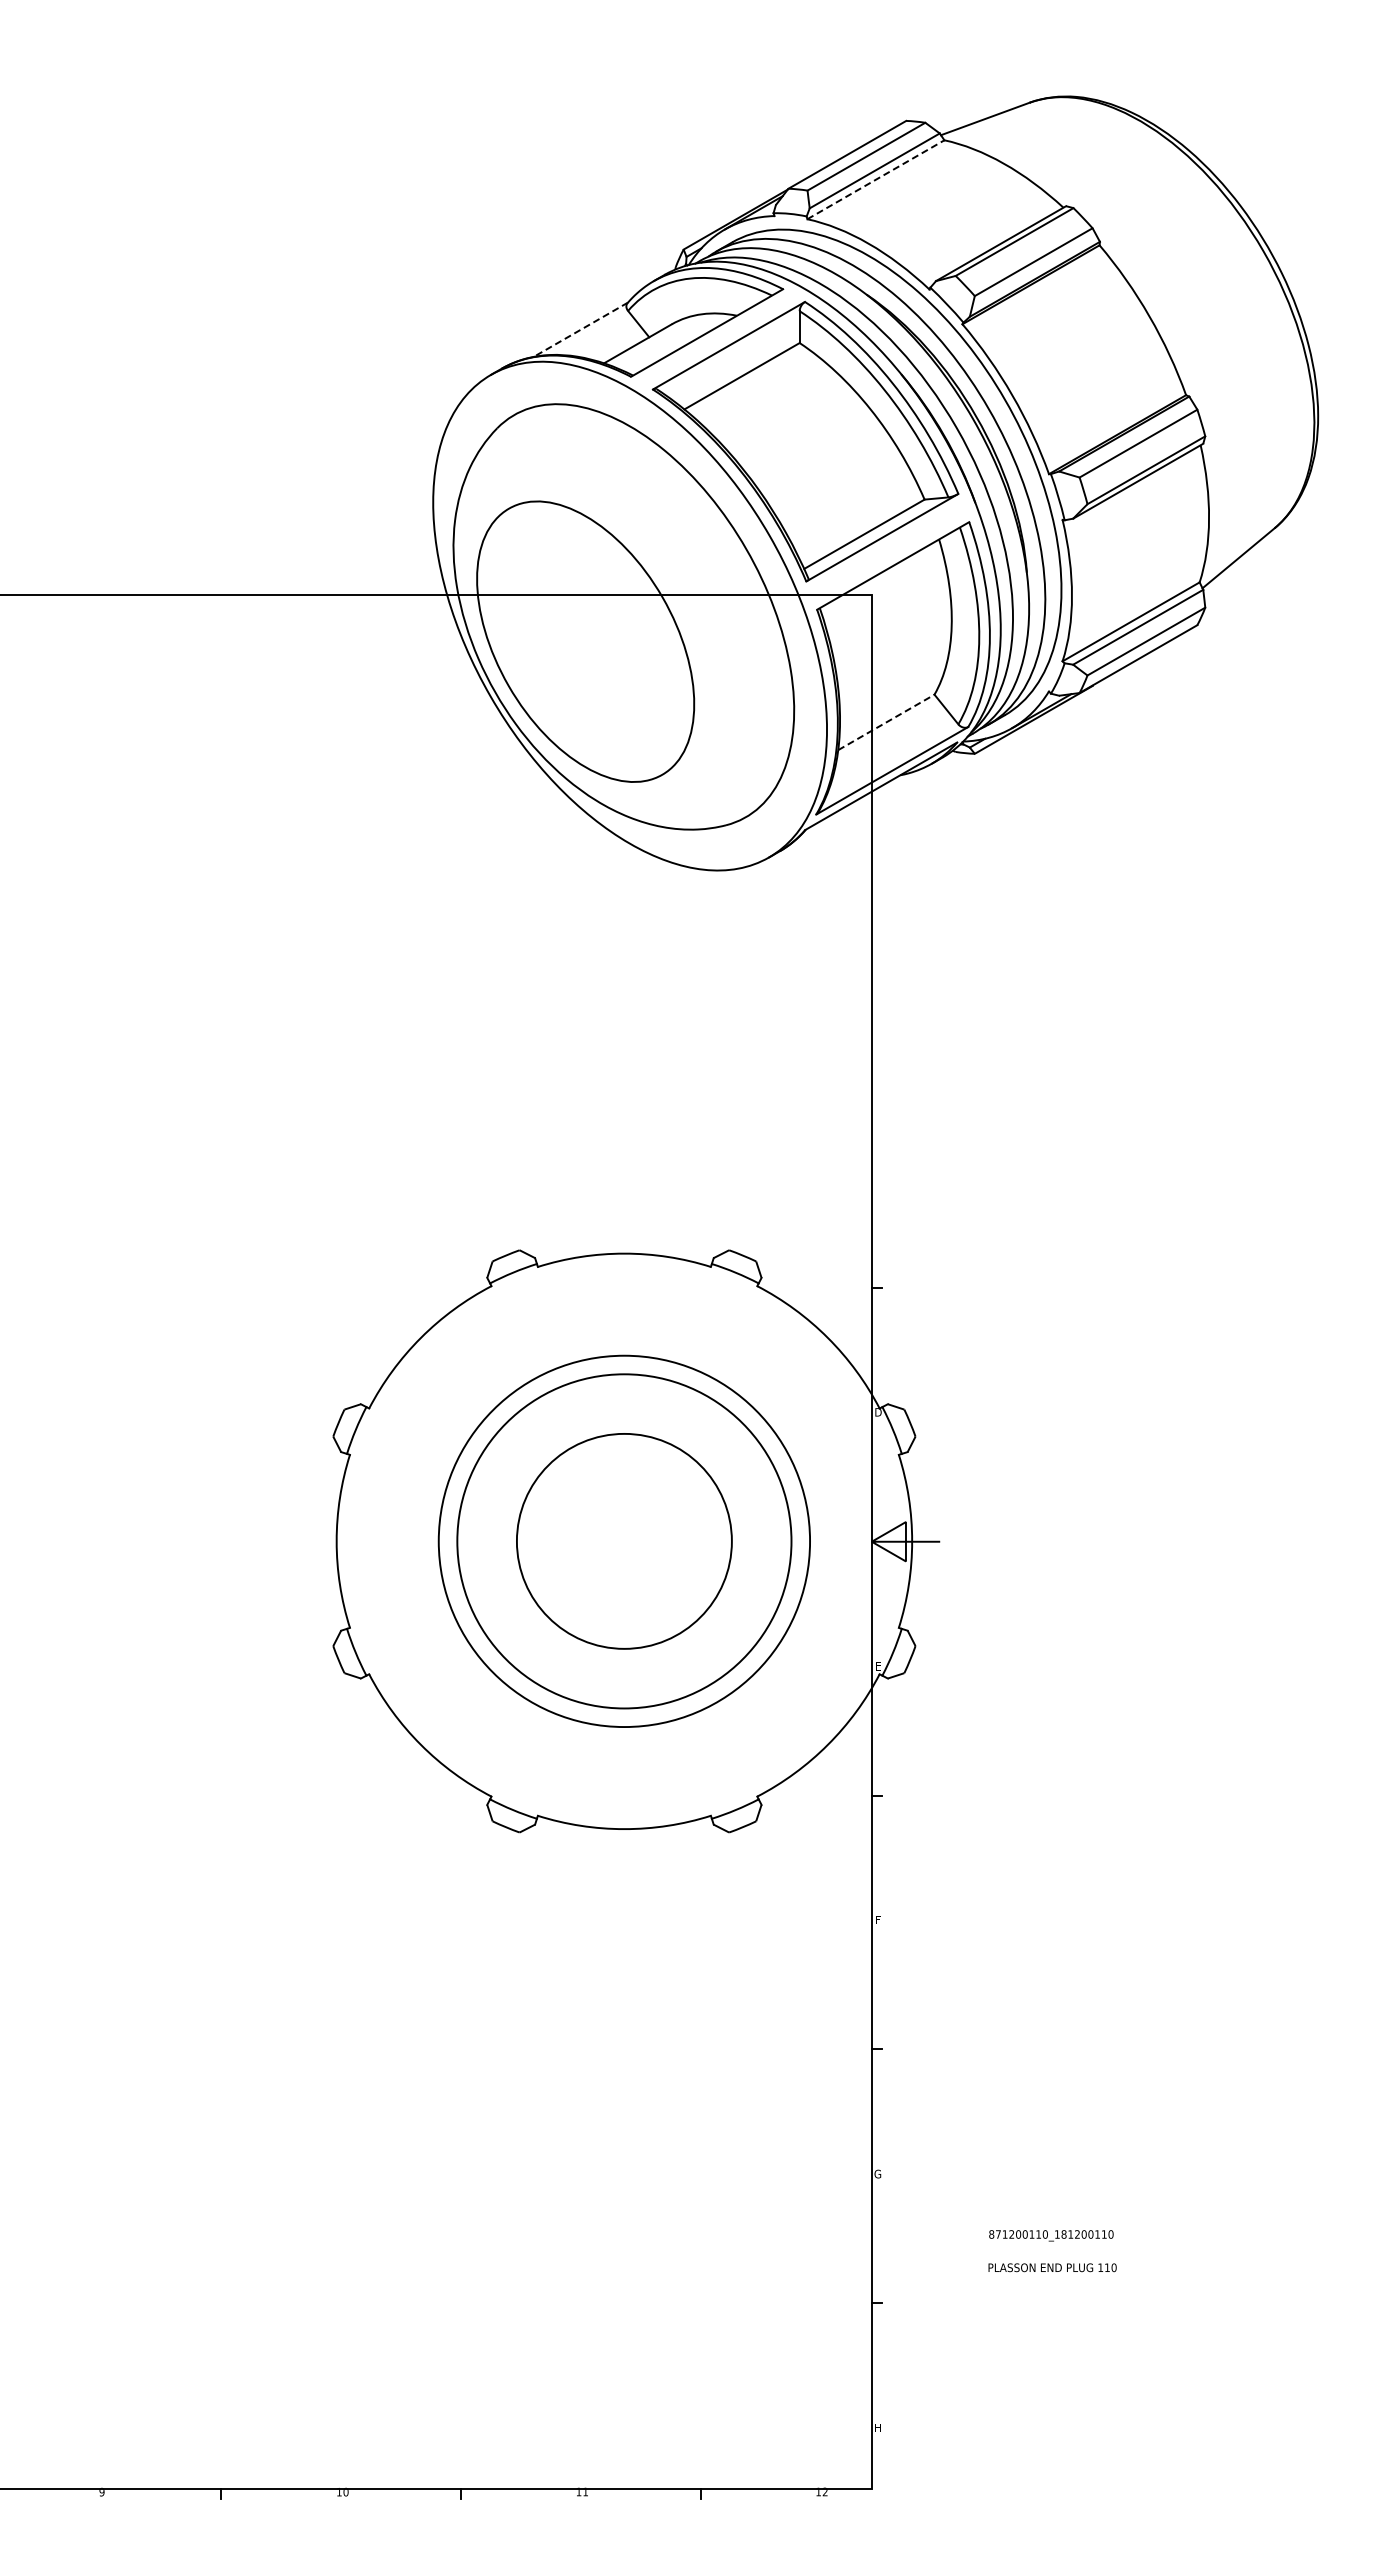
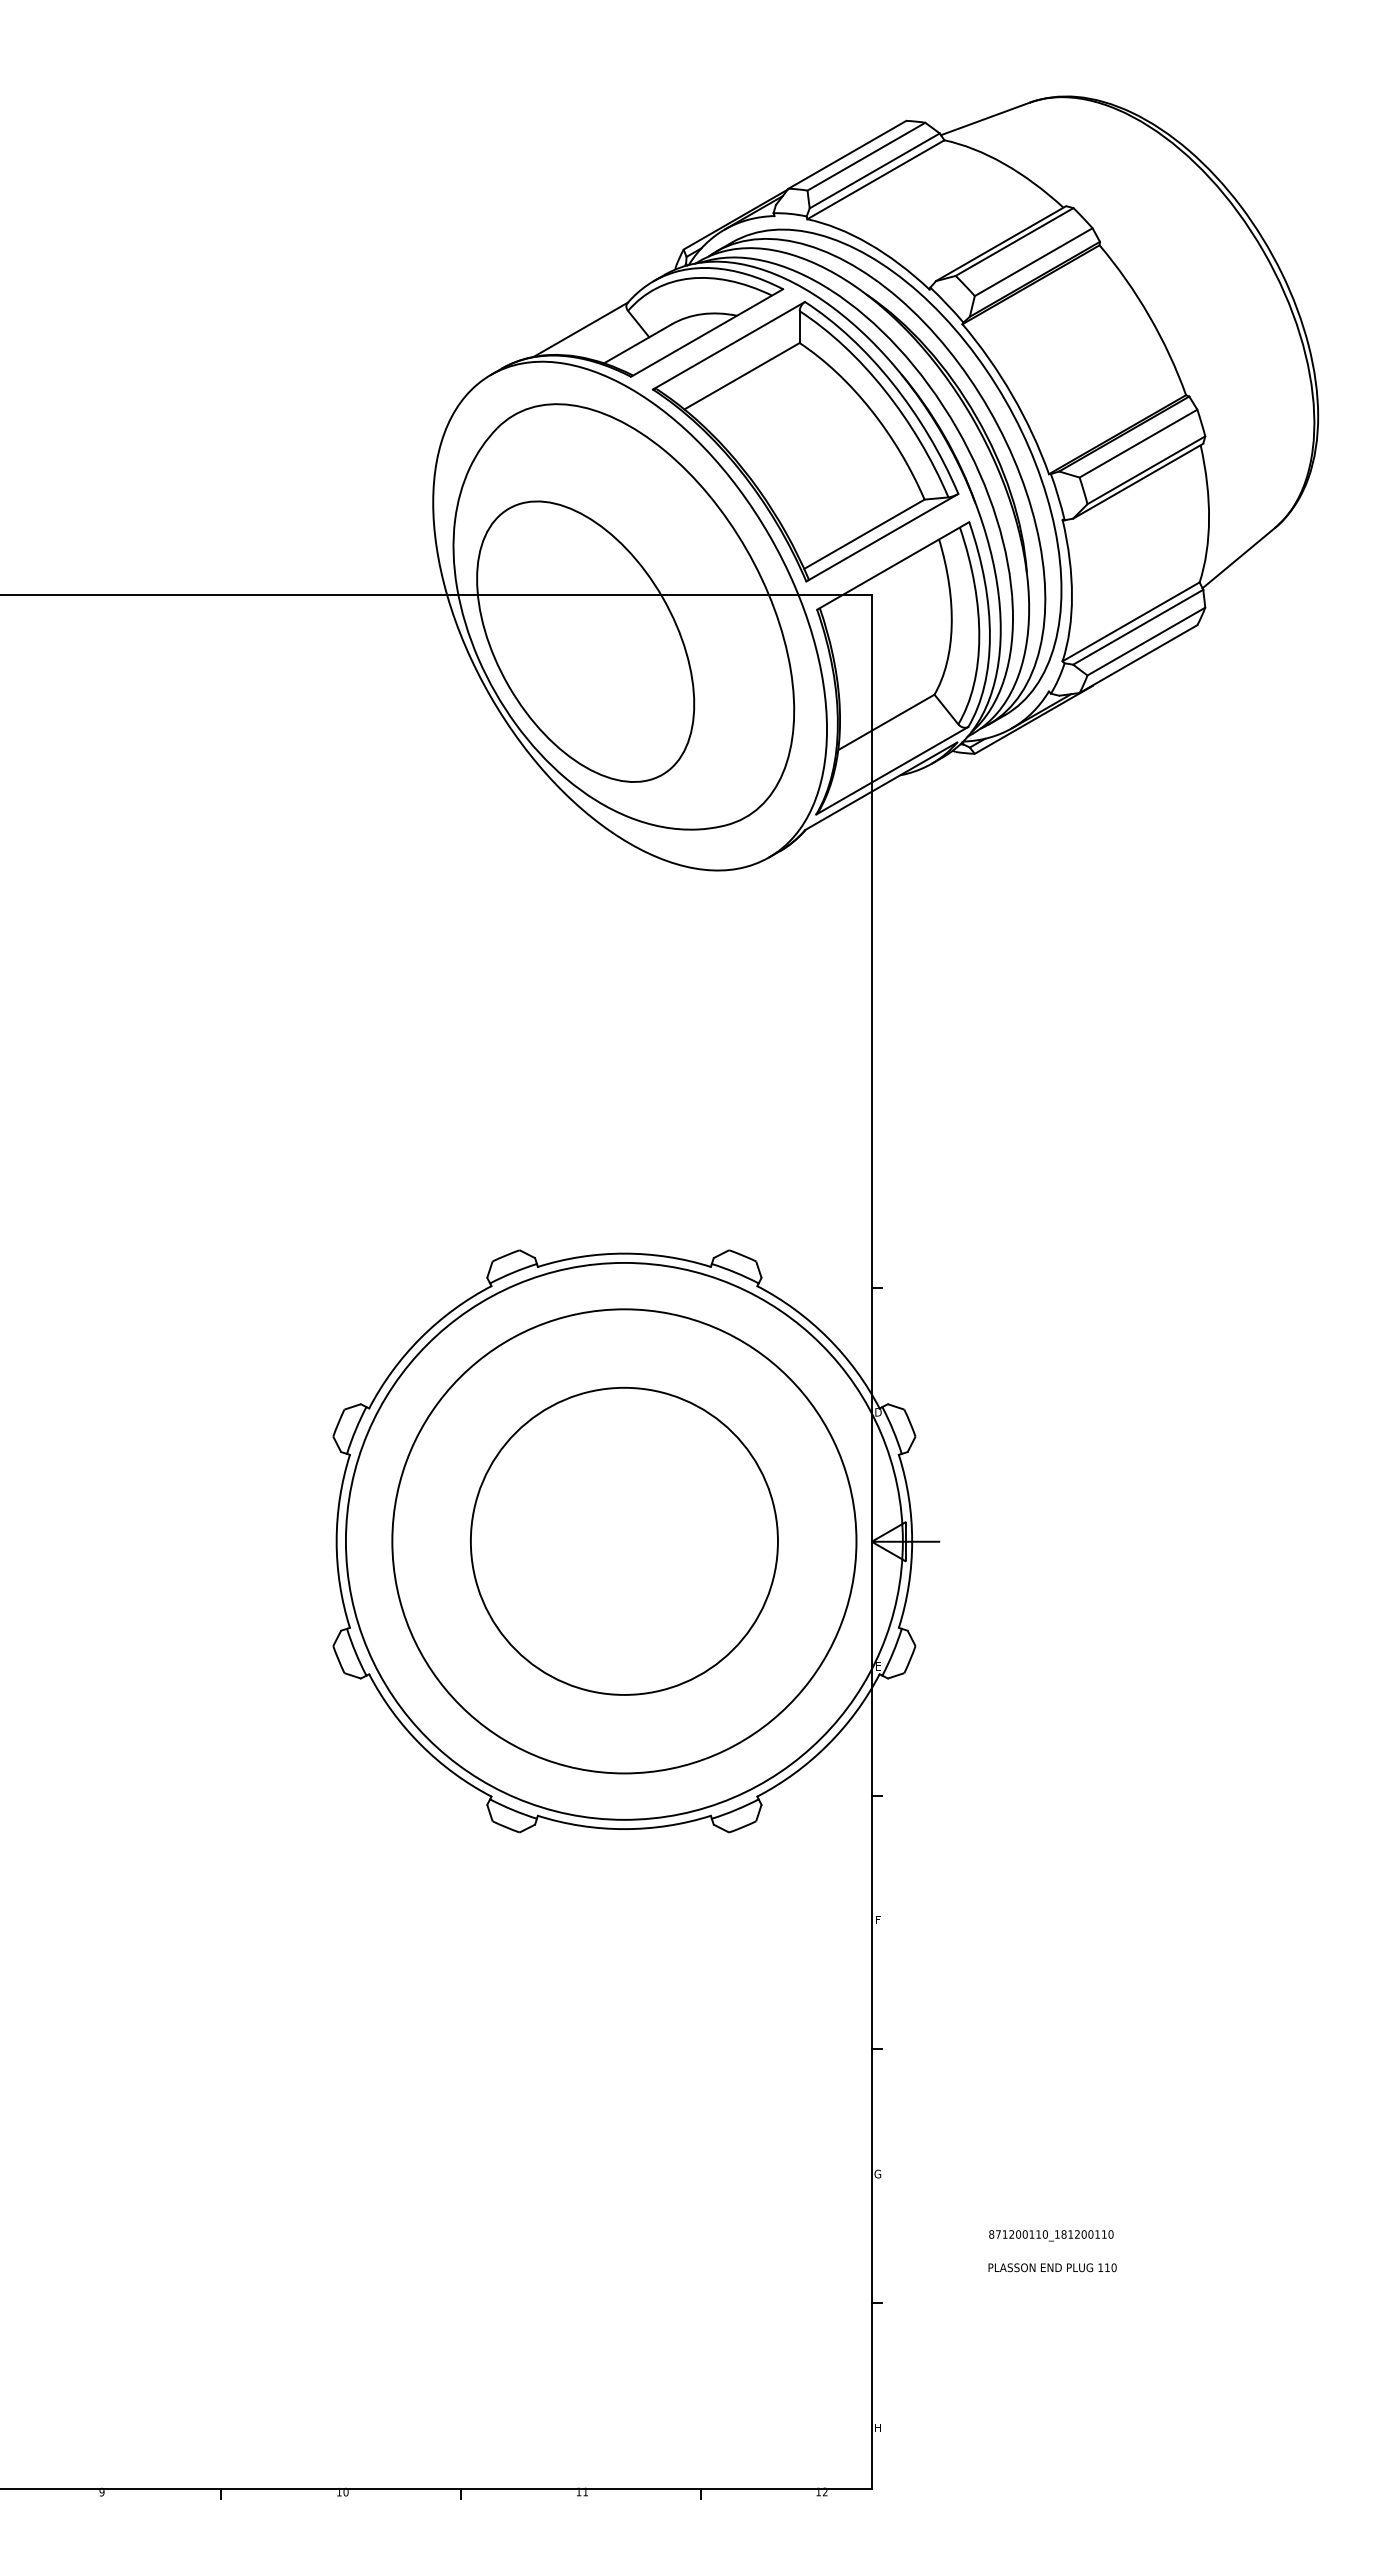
line at (876, 179): dashed -> solid
line at (580, 329): dashed -> solid
line at (886, 722): dashed -> solid
circle at (623, 1540) diameter: 215 px -> 307 px
circle at (624, 1541) diameter: 334 px -> 557 px
circle at (624, 1541) diameter: 371 px -> 464 px
